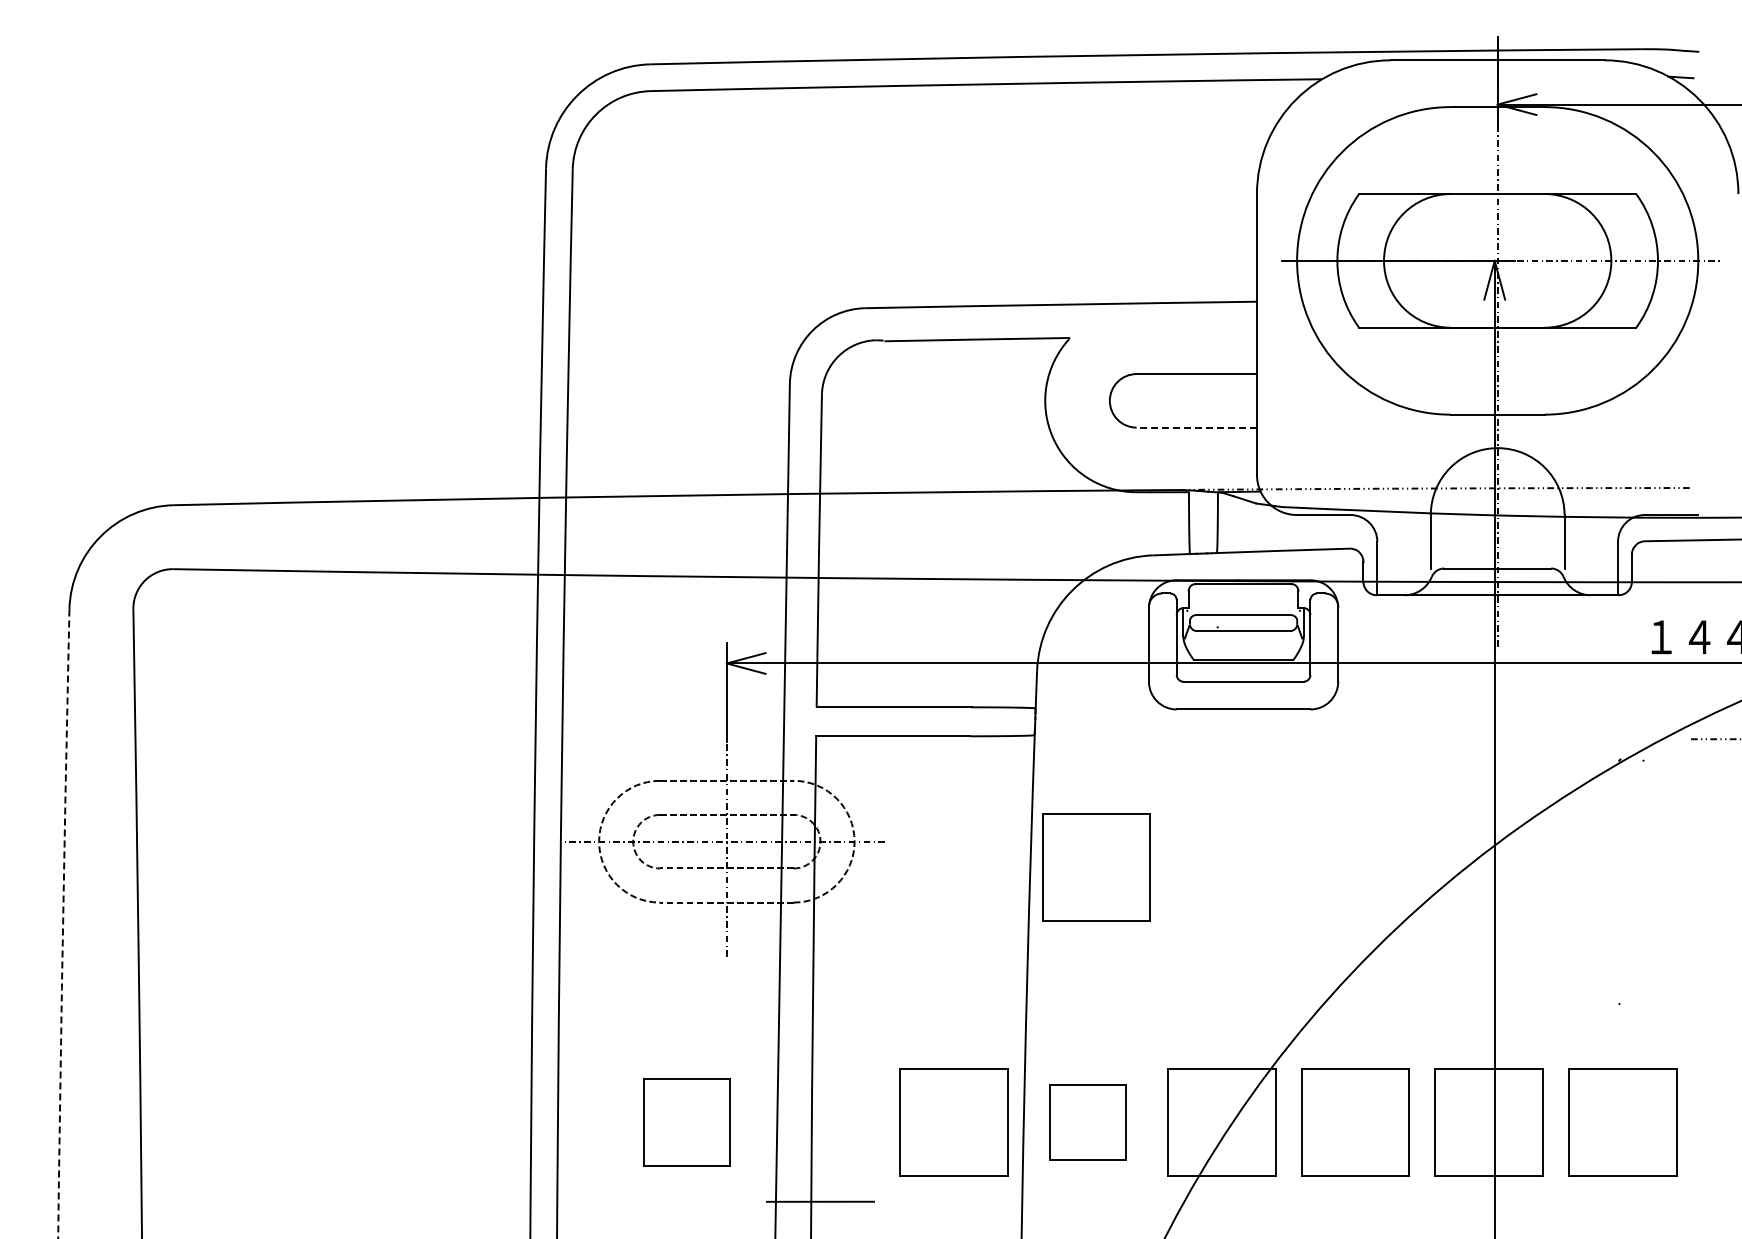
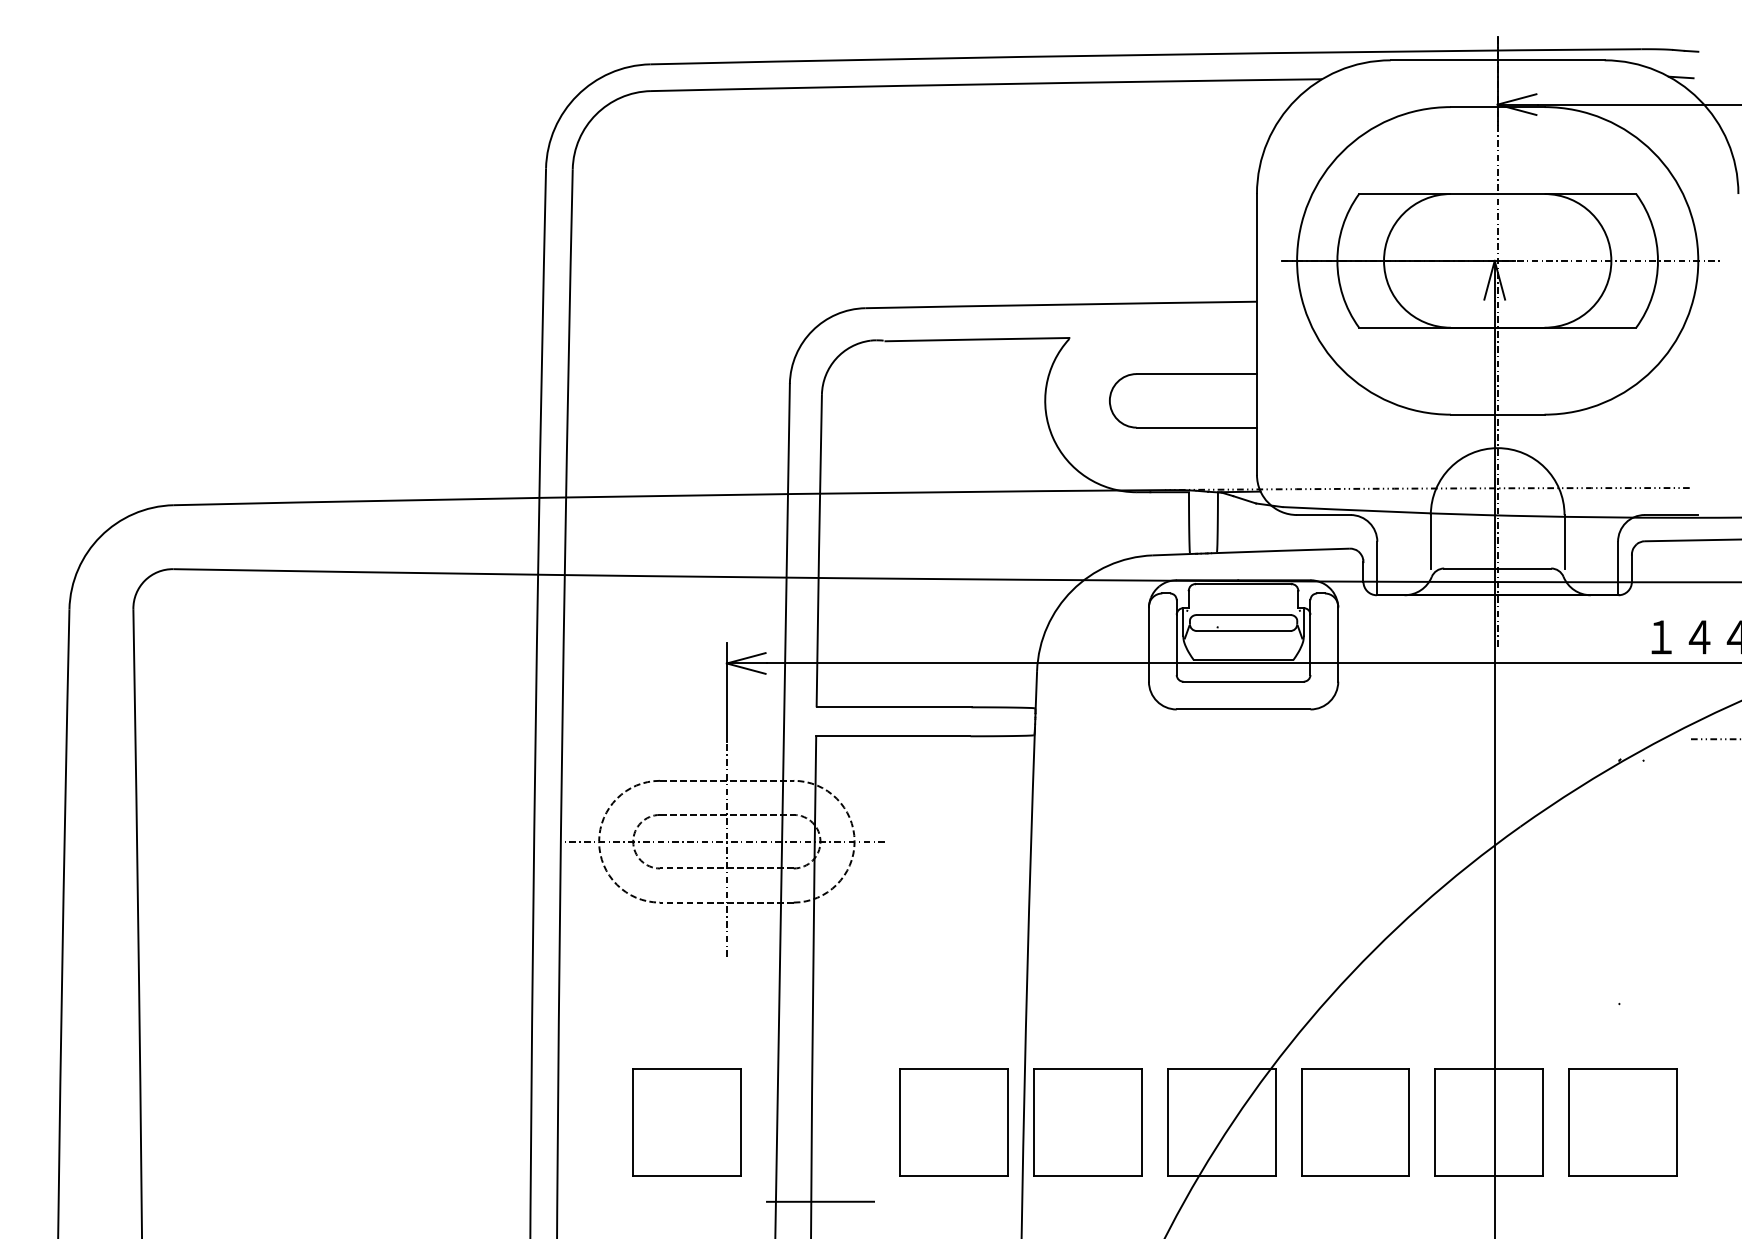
line at (1196, 427): dashed -> solid
part at (1096, 867): present -> none
arc at (63, 924): dashed -> solid
part at (686, 1122) size: 88x89 px -> 110x109 px
part at (1087, 1122) size: 78x77 px -> 110x109 px
